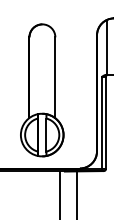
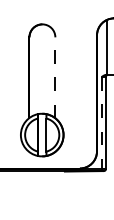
line at (55, 77): solid -> dashed
line at (101, 123): solid -> dashed
line at (60, 193): present -> none
line at (76, 193): present -> none
